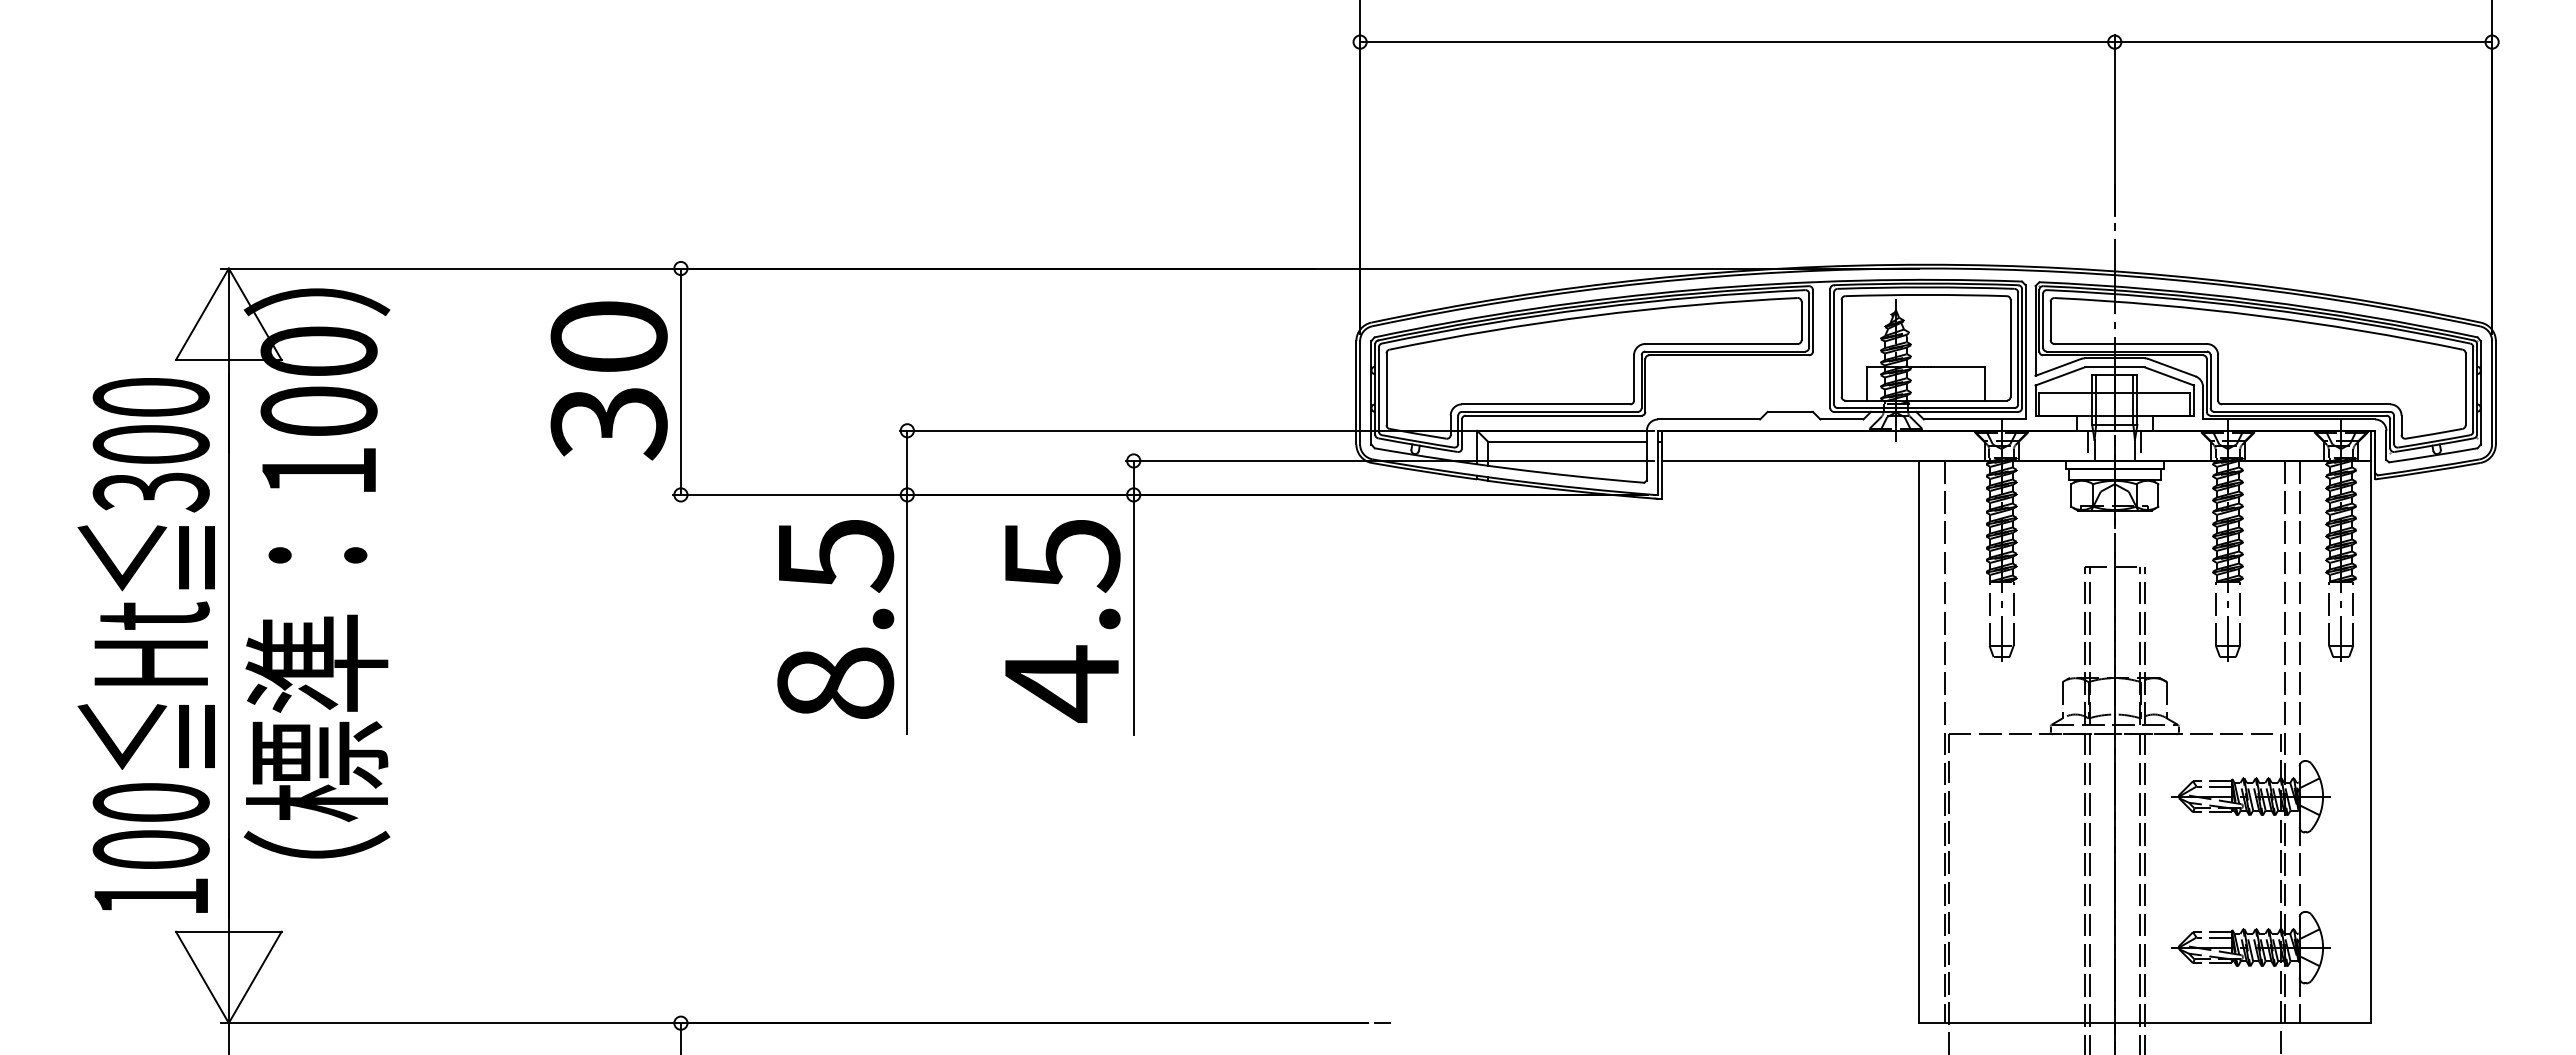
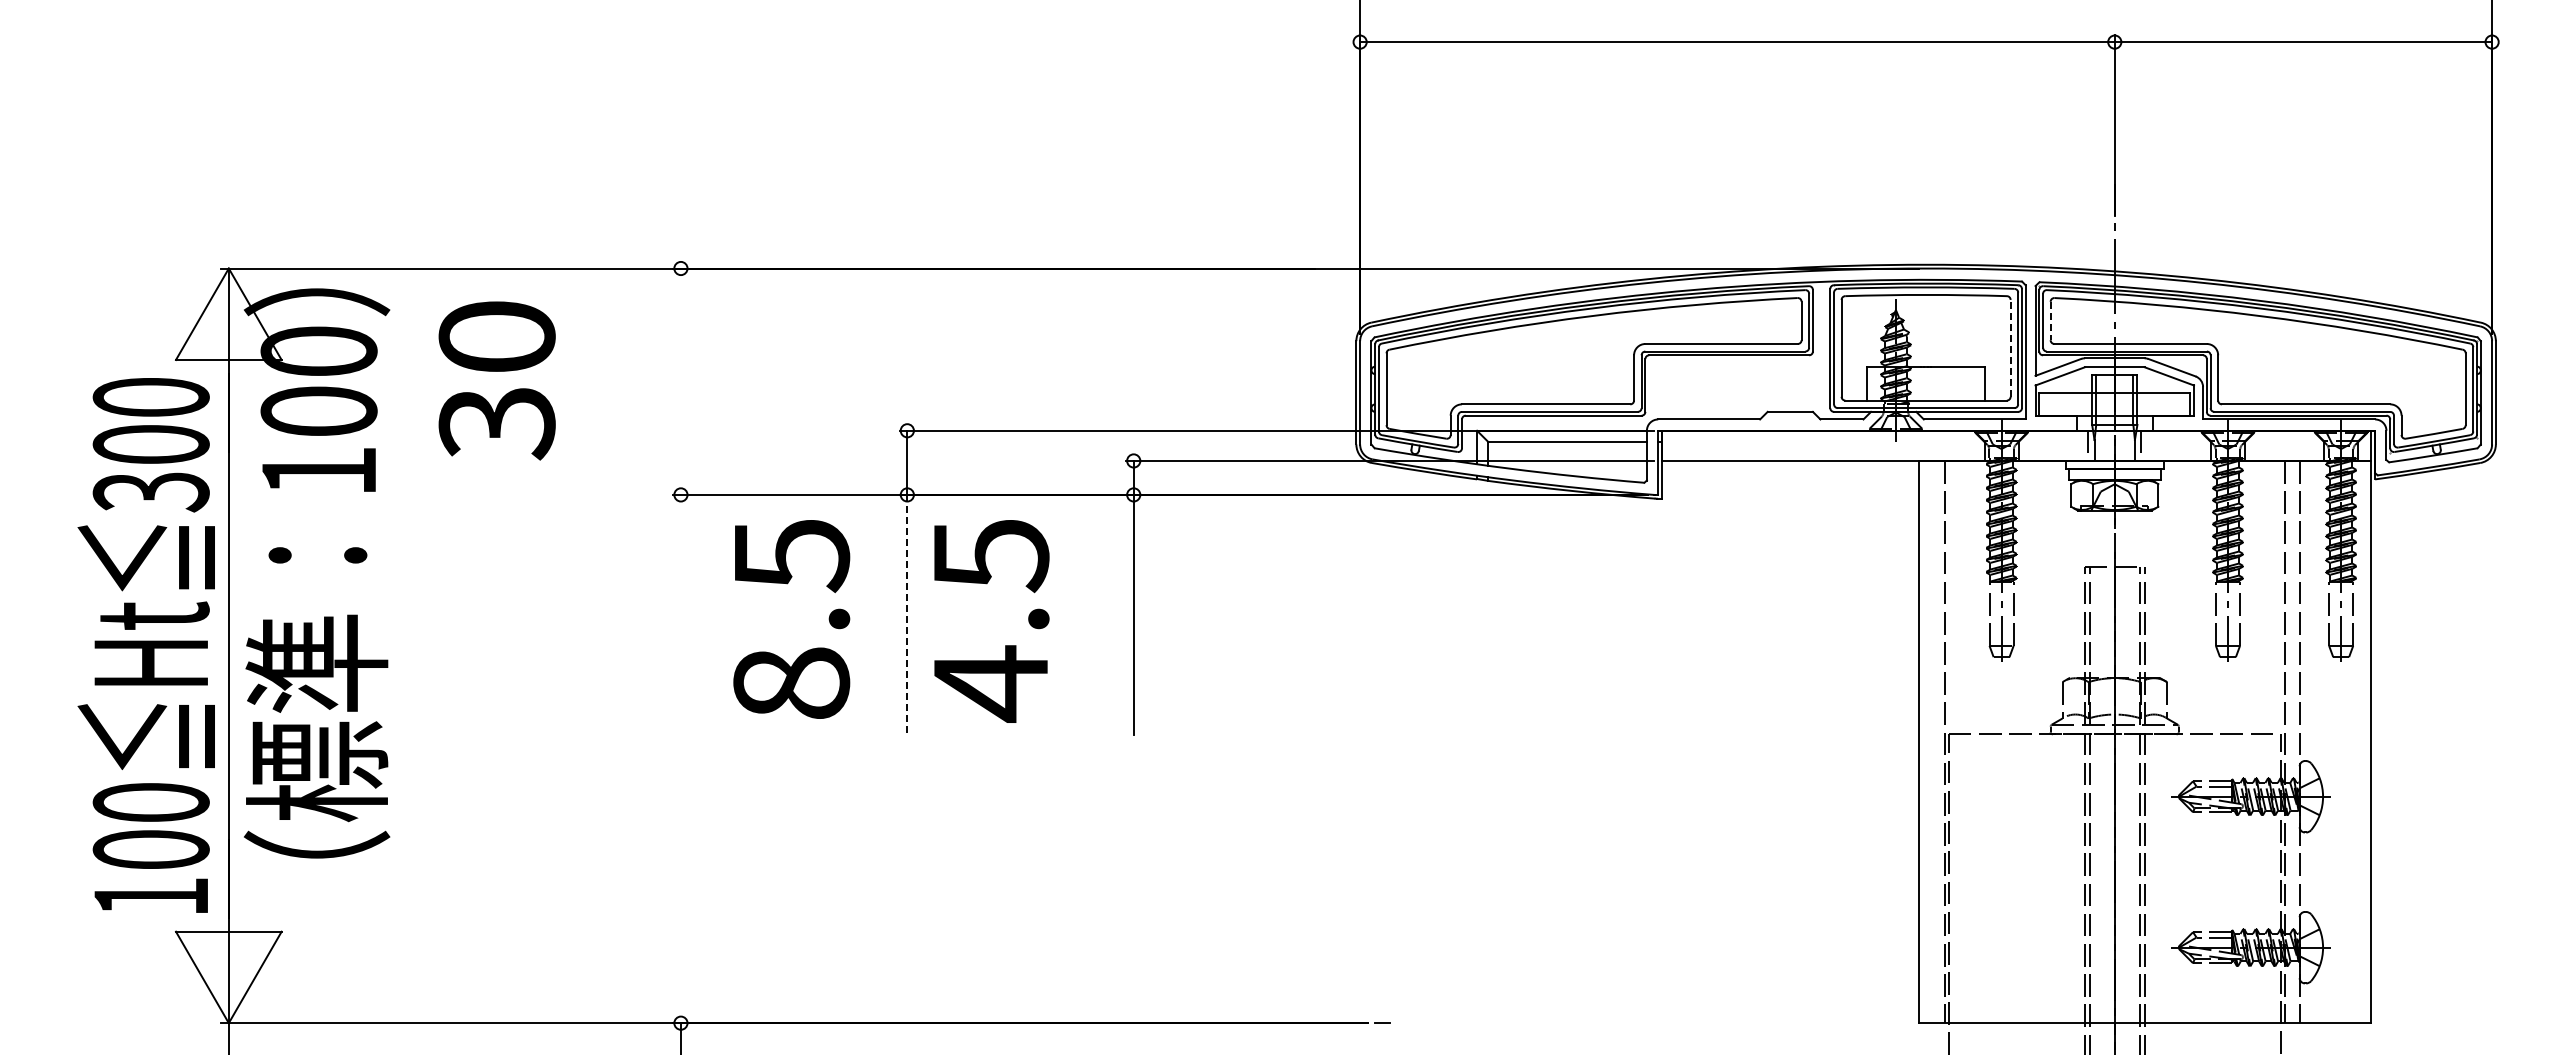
line at (2050, 321): solid -> dashed
line at (2010, 347): solid -> dashed
text at (608, 380) position: (608, 380) -> (496, 380)
line at (680, 381): present -> none
line at (907, 614): solid -> dashed
text at (835, 619) position: (835, 619) -> (791, 619)
text at (1062, 621) position: (1062, 621) -> (991, 621)
